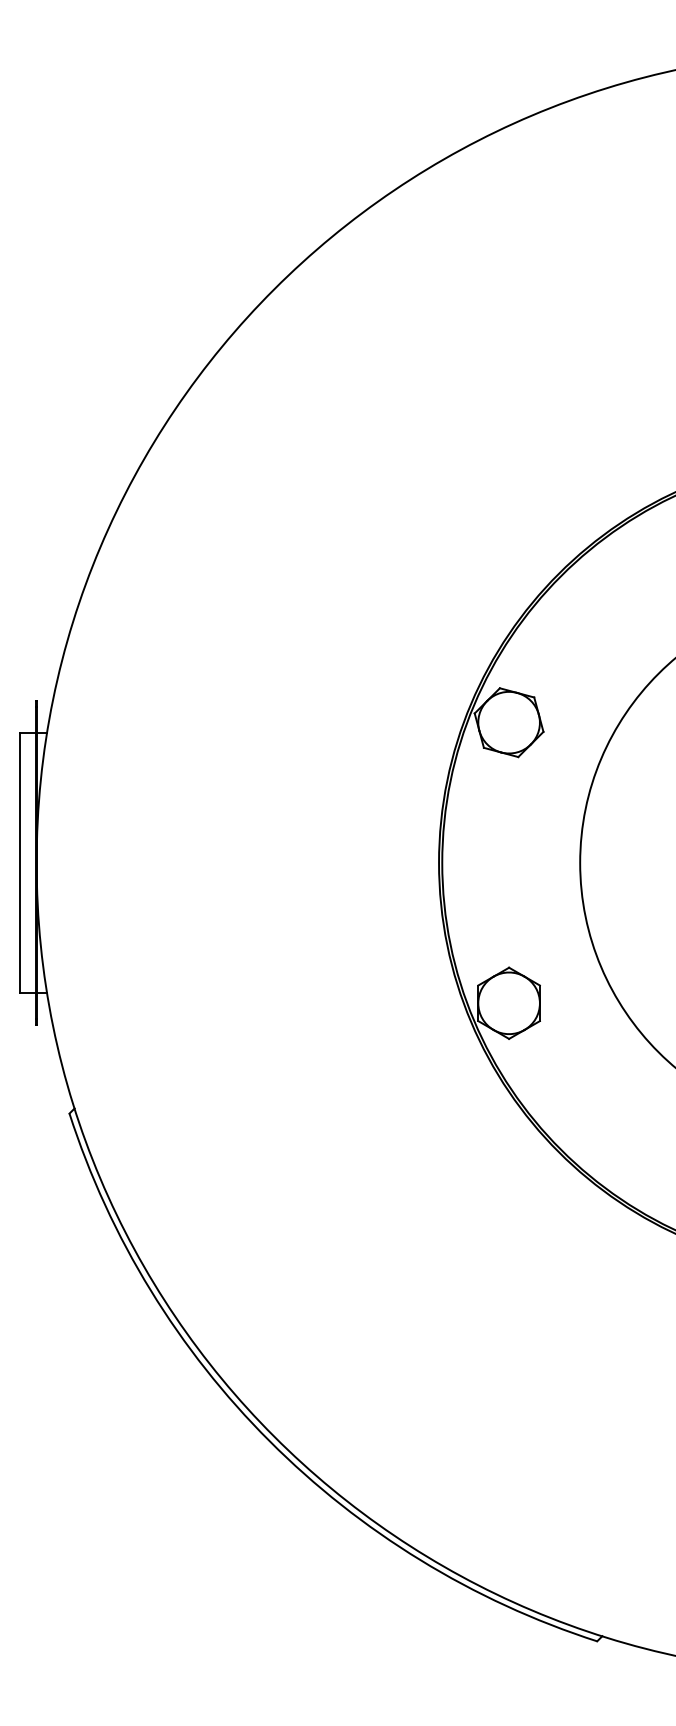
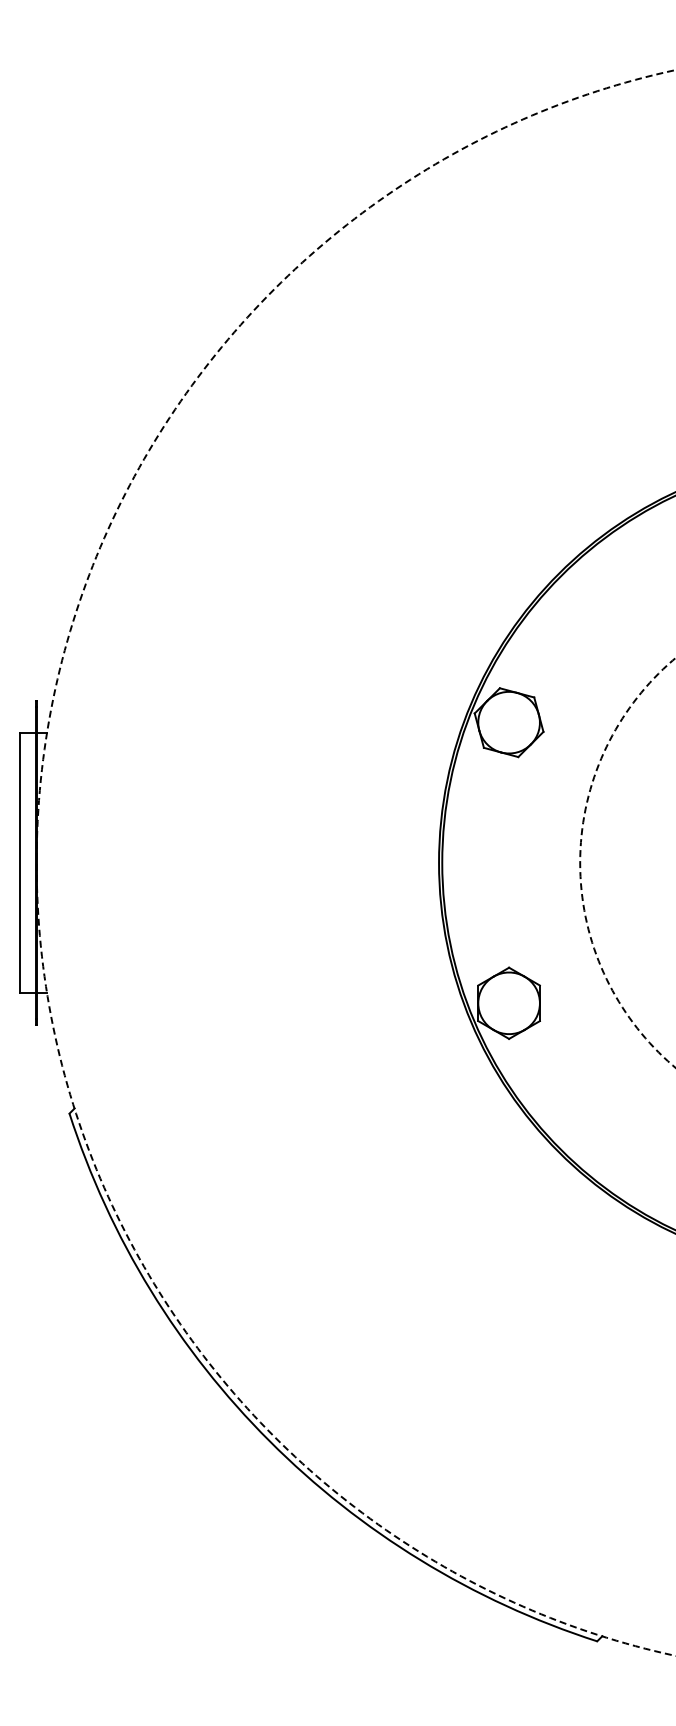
circle at (355, 862): solid -> dashed
circle at (627, 862): solid -> dashed
